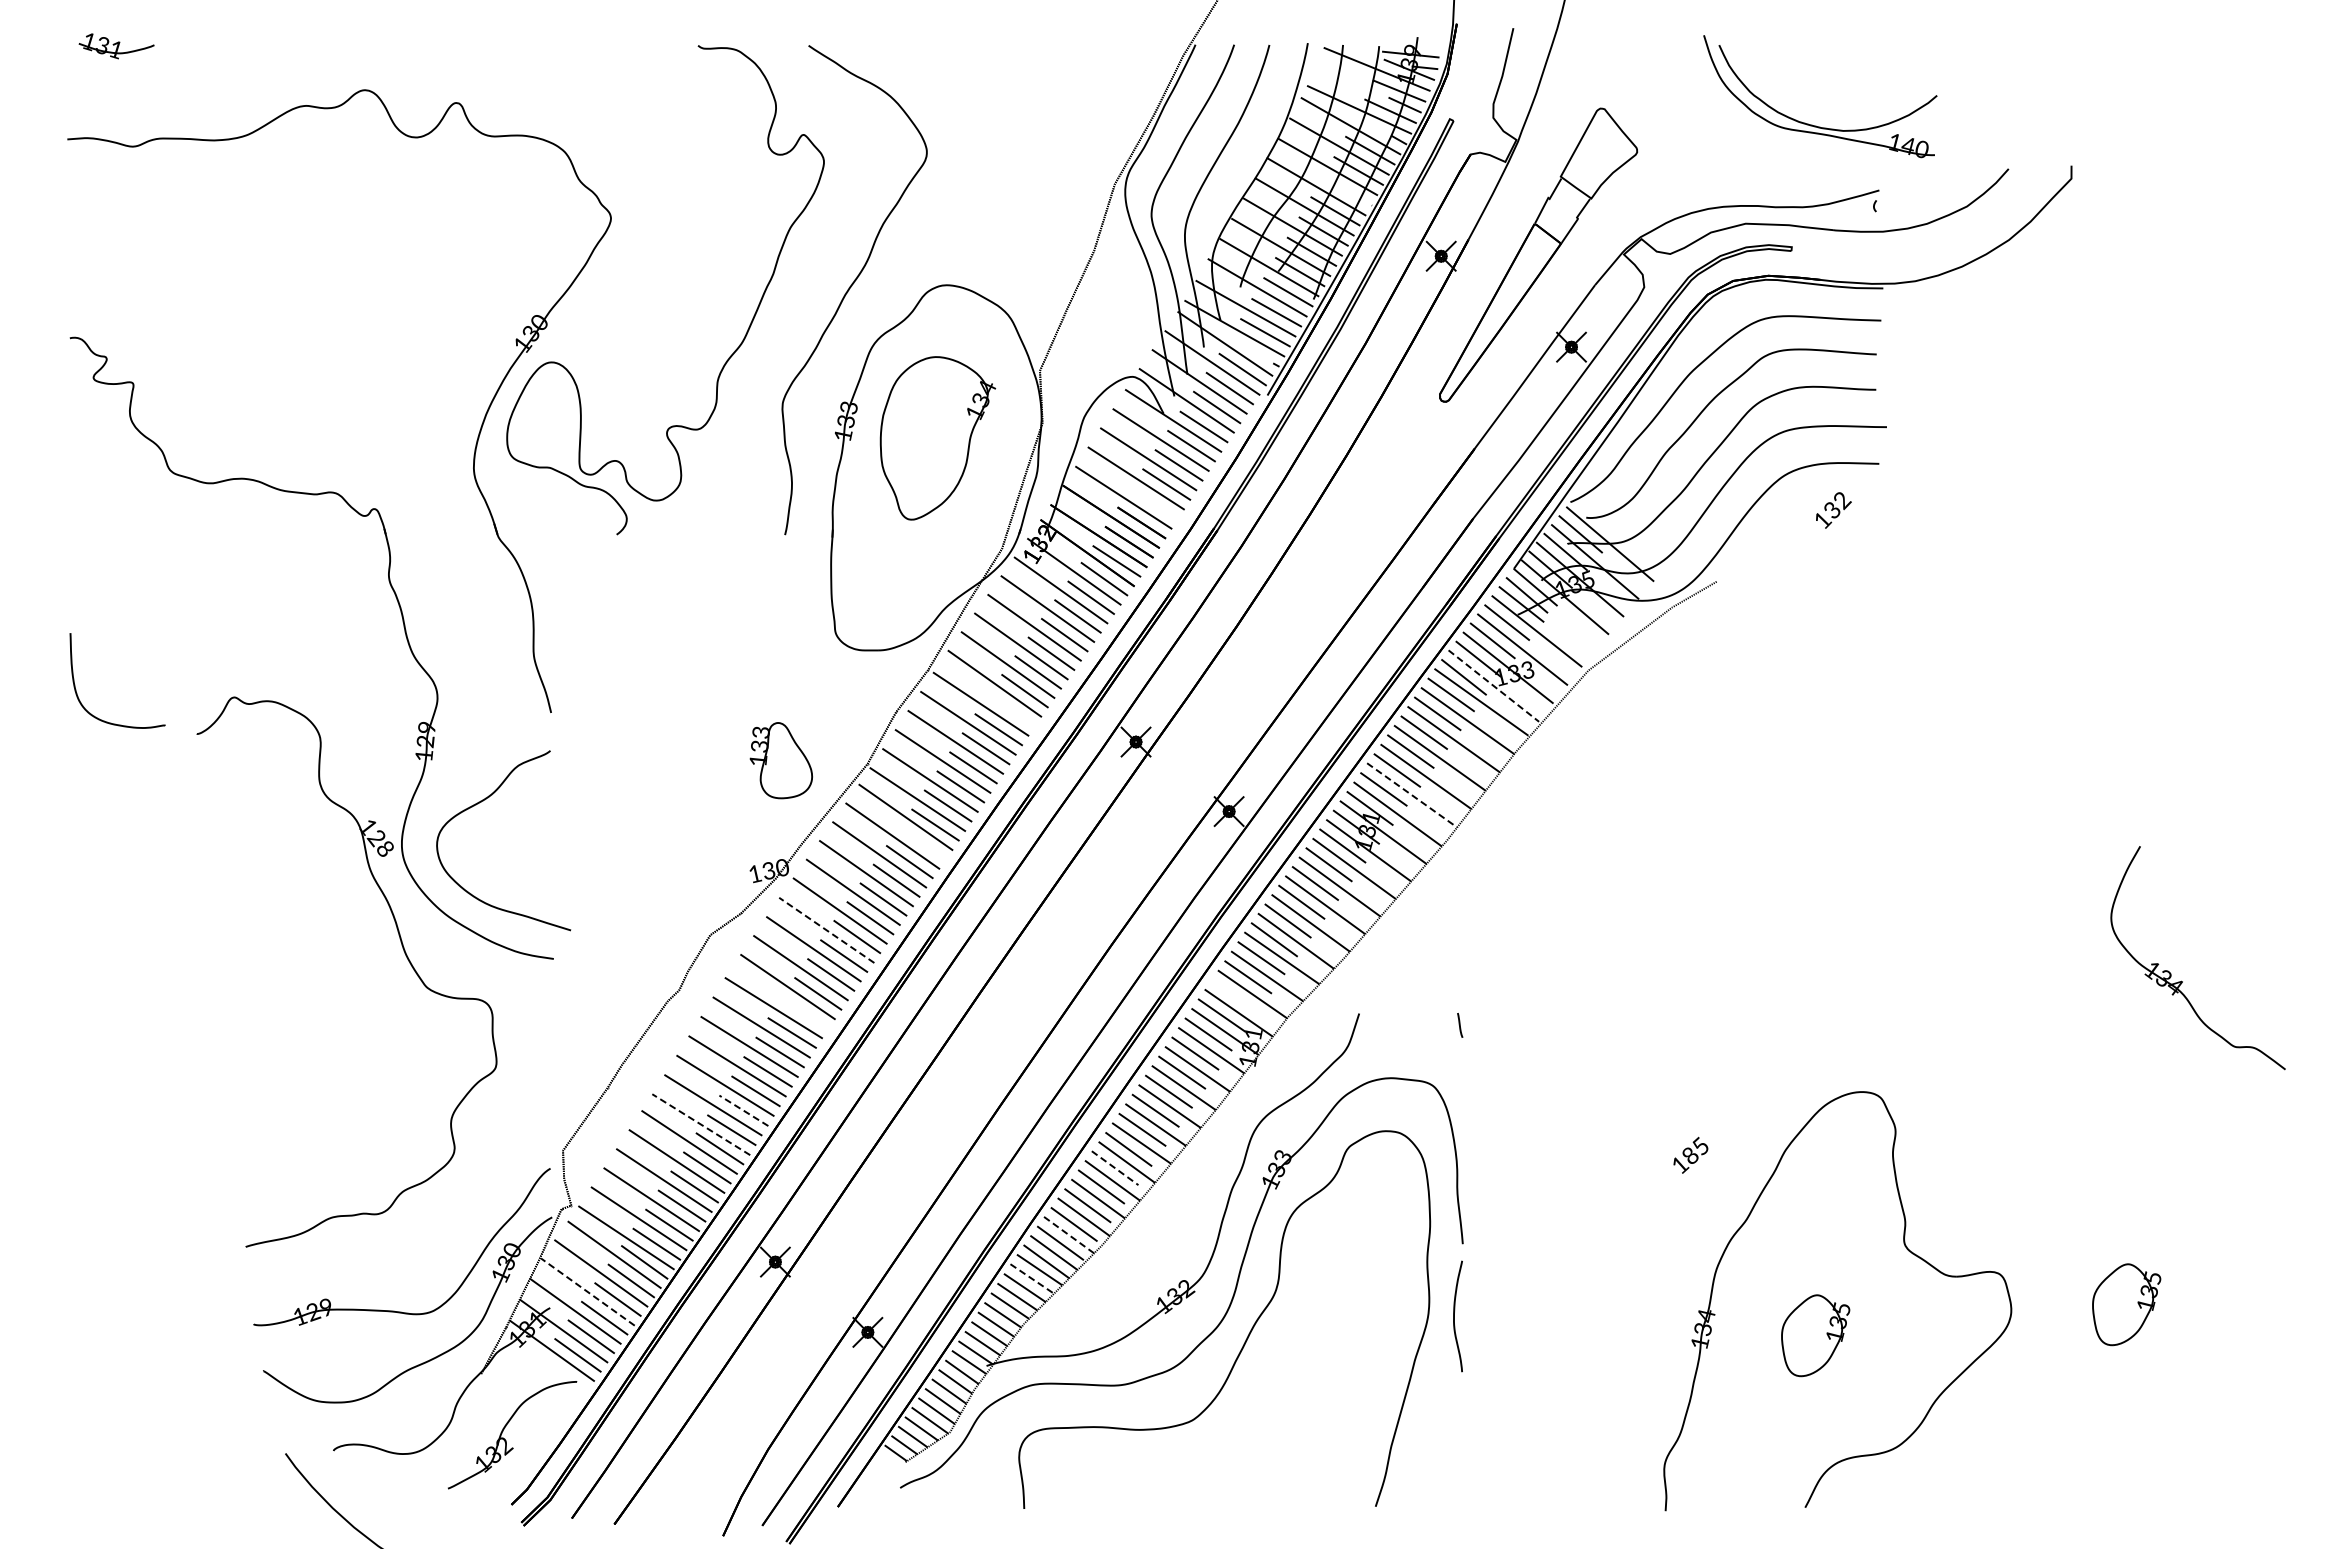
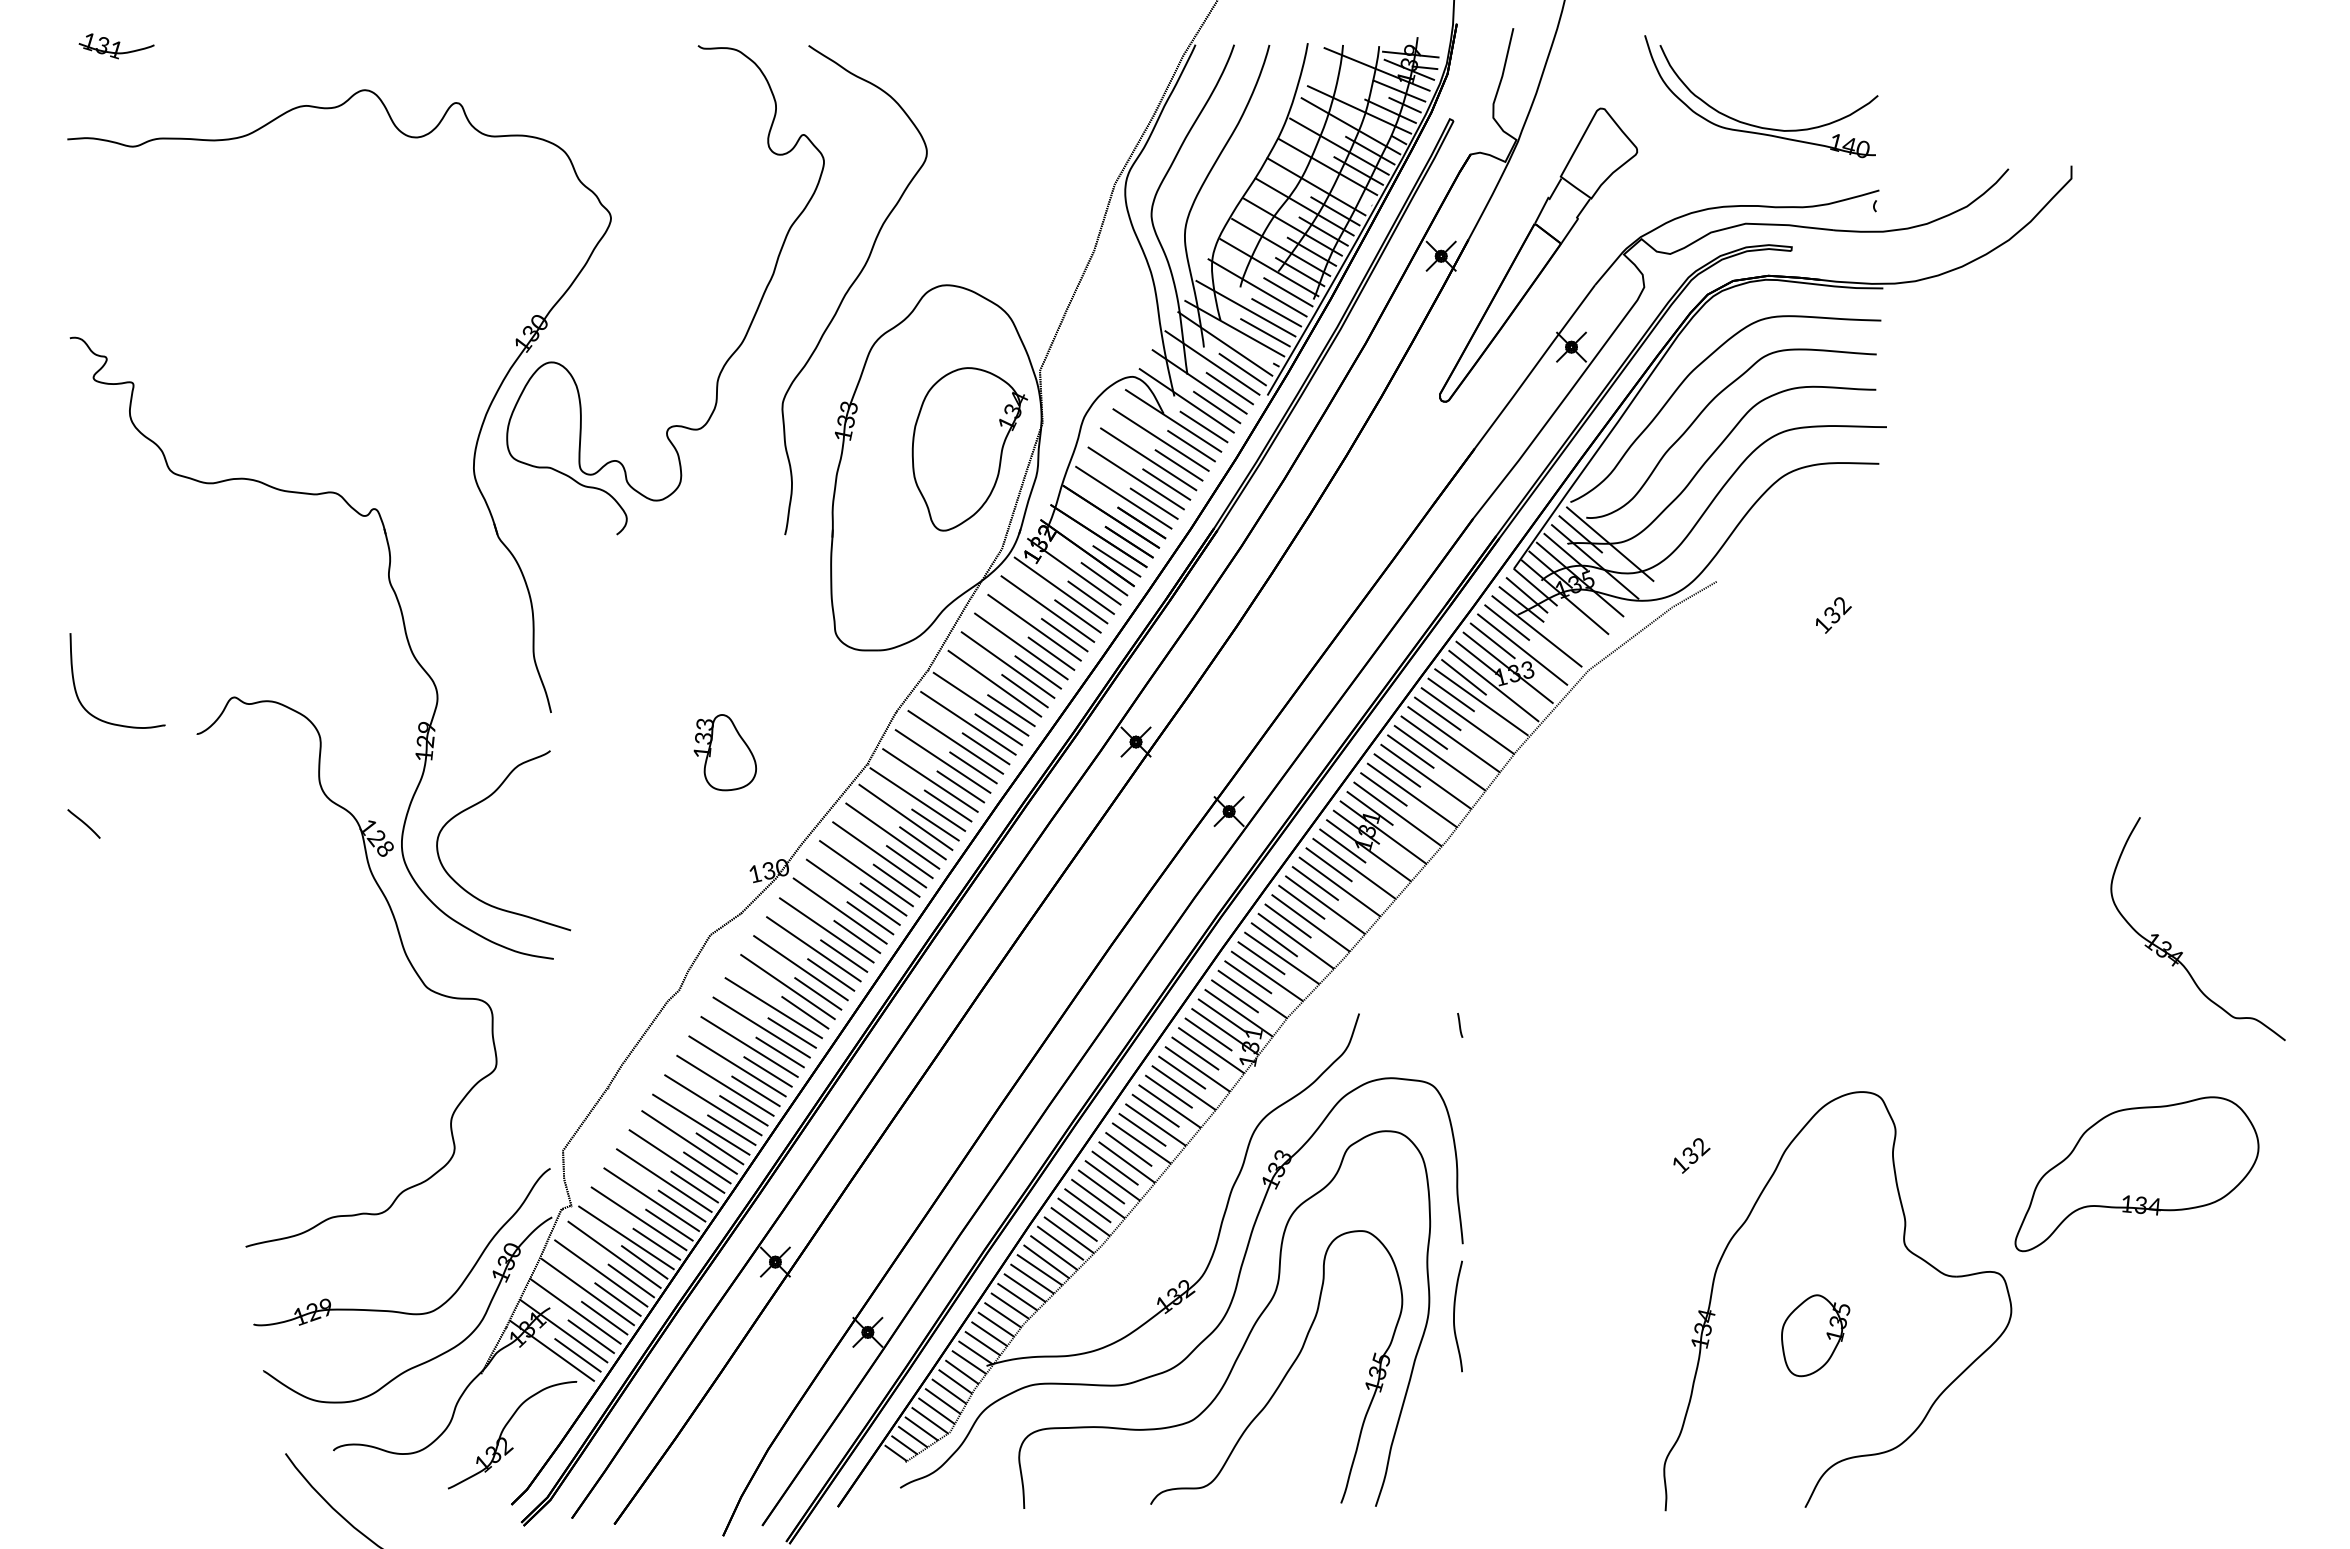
part at (1812, 124) position: (1812, 124) -> (1753, 124)
part at (937, 438) position: (937, 438) -> (969, 449)
line at (1153, 503): none -> present
text at (1833, 510) position: (1833, 510) -> (1833, 615)
line at (1493, 686): dashed -> solid
line at (1011, 710): none -> present
part at (780, 760) position: (780, 760) -> (724, 752)
line at (1412, 795): dashed -> solid
part at (83, 823): none -> present
line at (922, 843): none -> present
line at (826, 930): dashed -> solid
part at (2181, 980) position: (2181, 980) -> (2181, 951)
line at (1234, 996): none -> present
line at (805, 1012): none -> present
line at (743, 1110): dashed -> solid
line at (701, 1124): dashed -> solid
text at (1696, 1149): 185 -> 132
line at (1115, 1168): dashed -> solid
part at (2136, 1174): none -> present
line at (1069, 1235): dashed -> solid
line at (1032, 1279): dashed -> solid
line at (587, 1292): dashed -> solid
part at (2126, 1304): present -> none
part at (1285, 1373): none -> present
